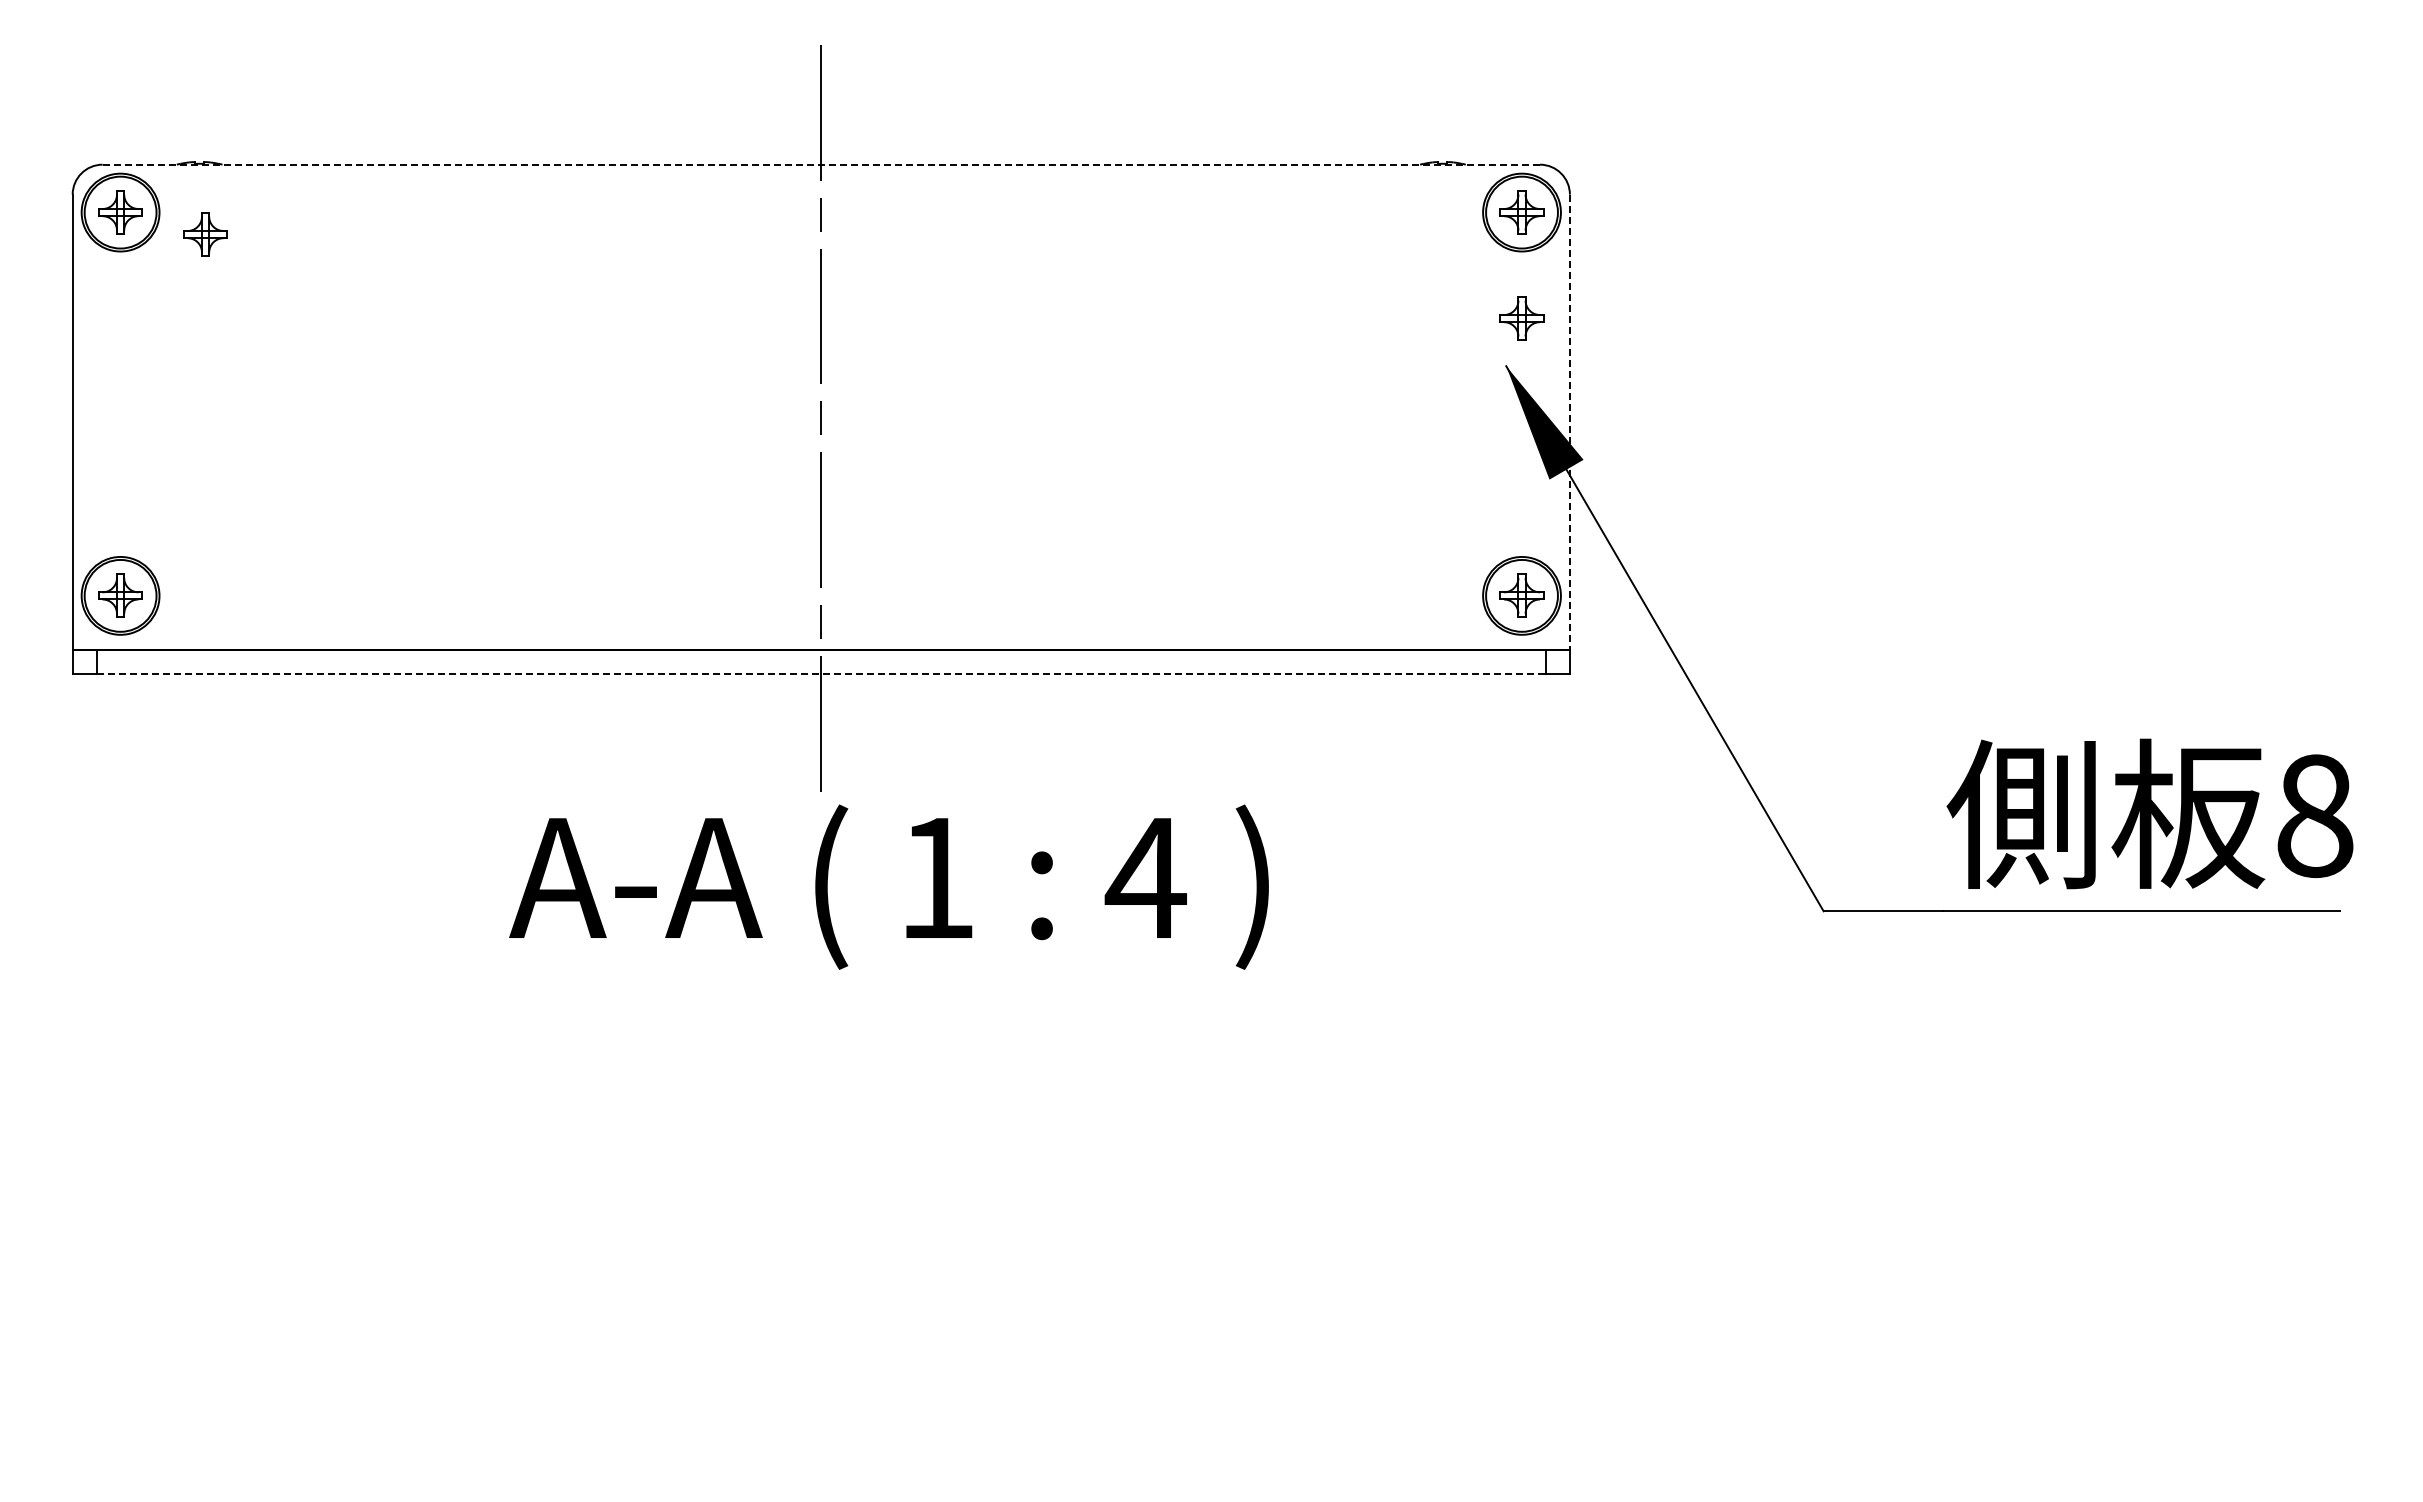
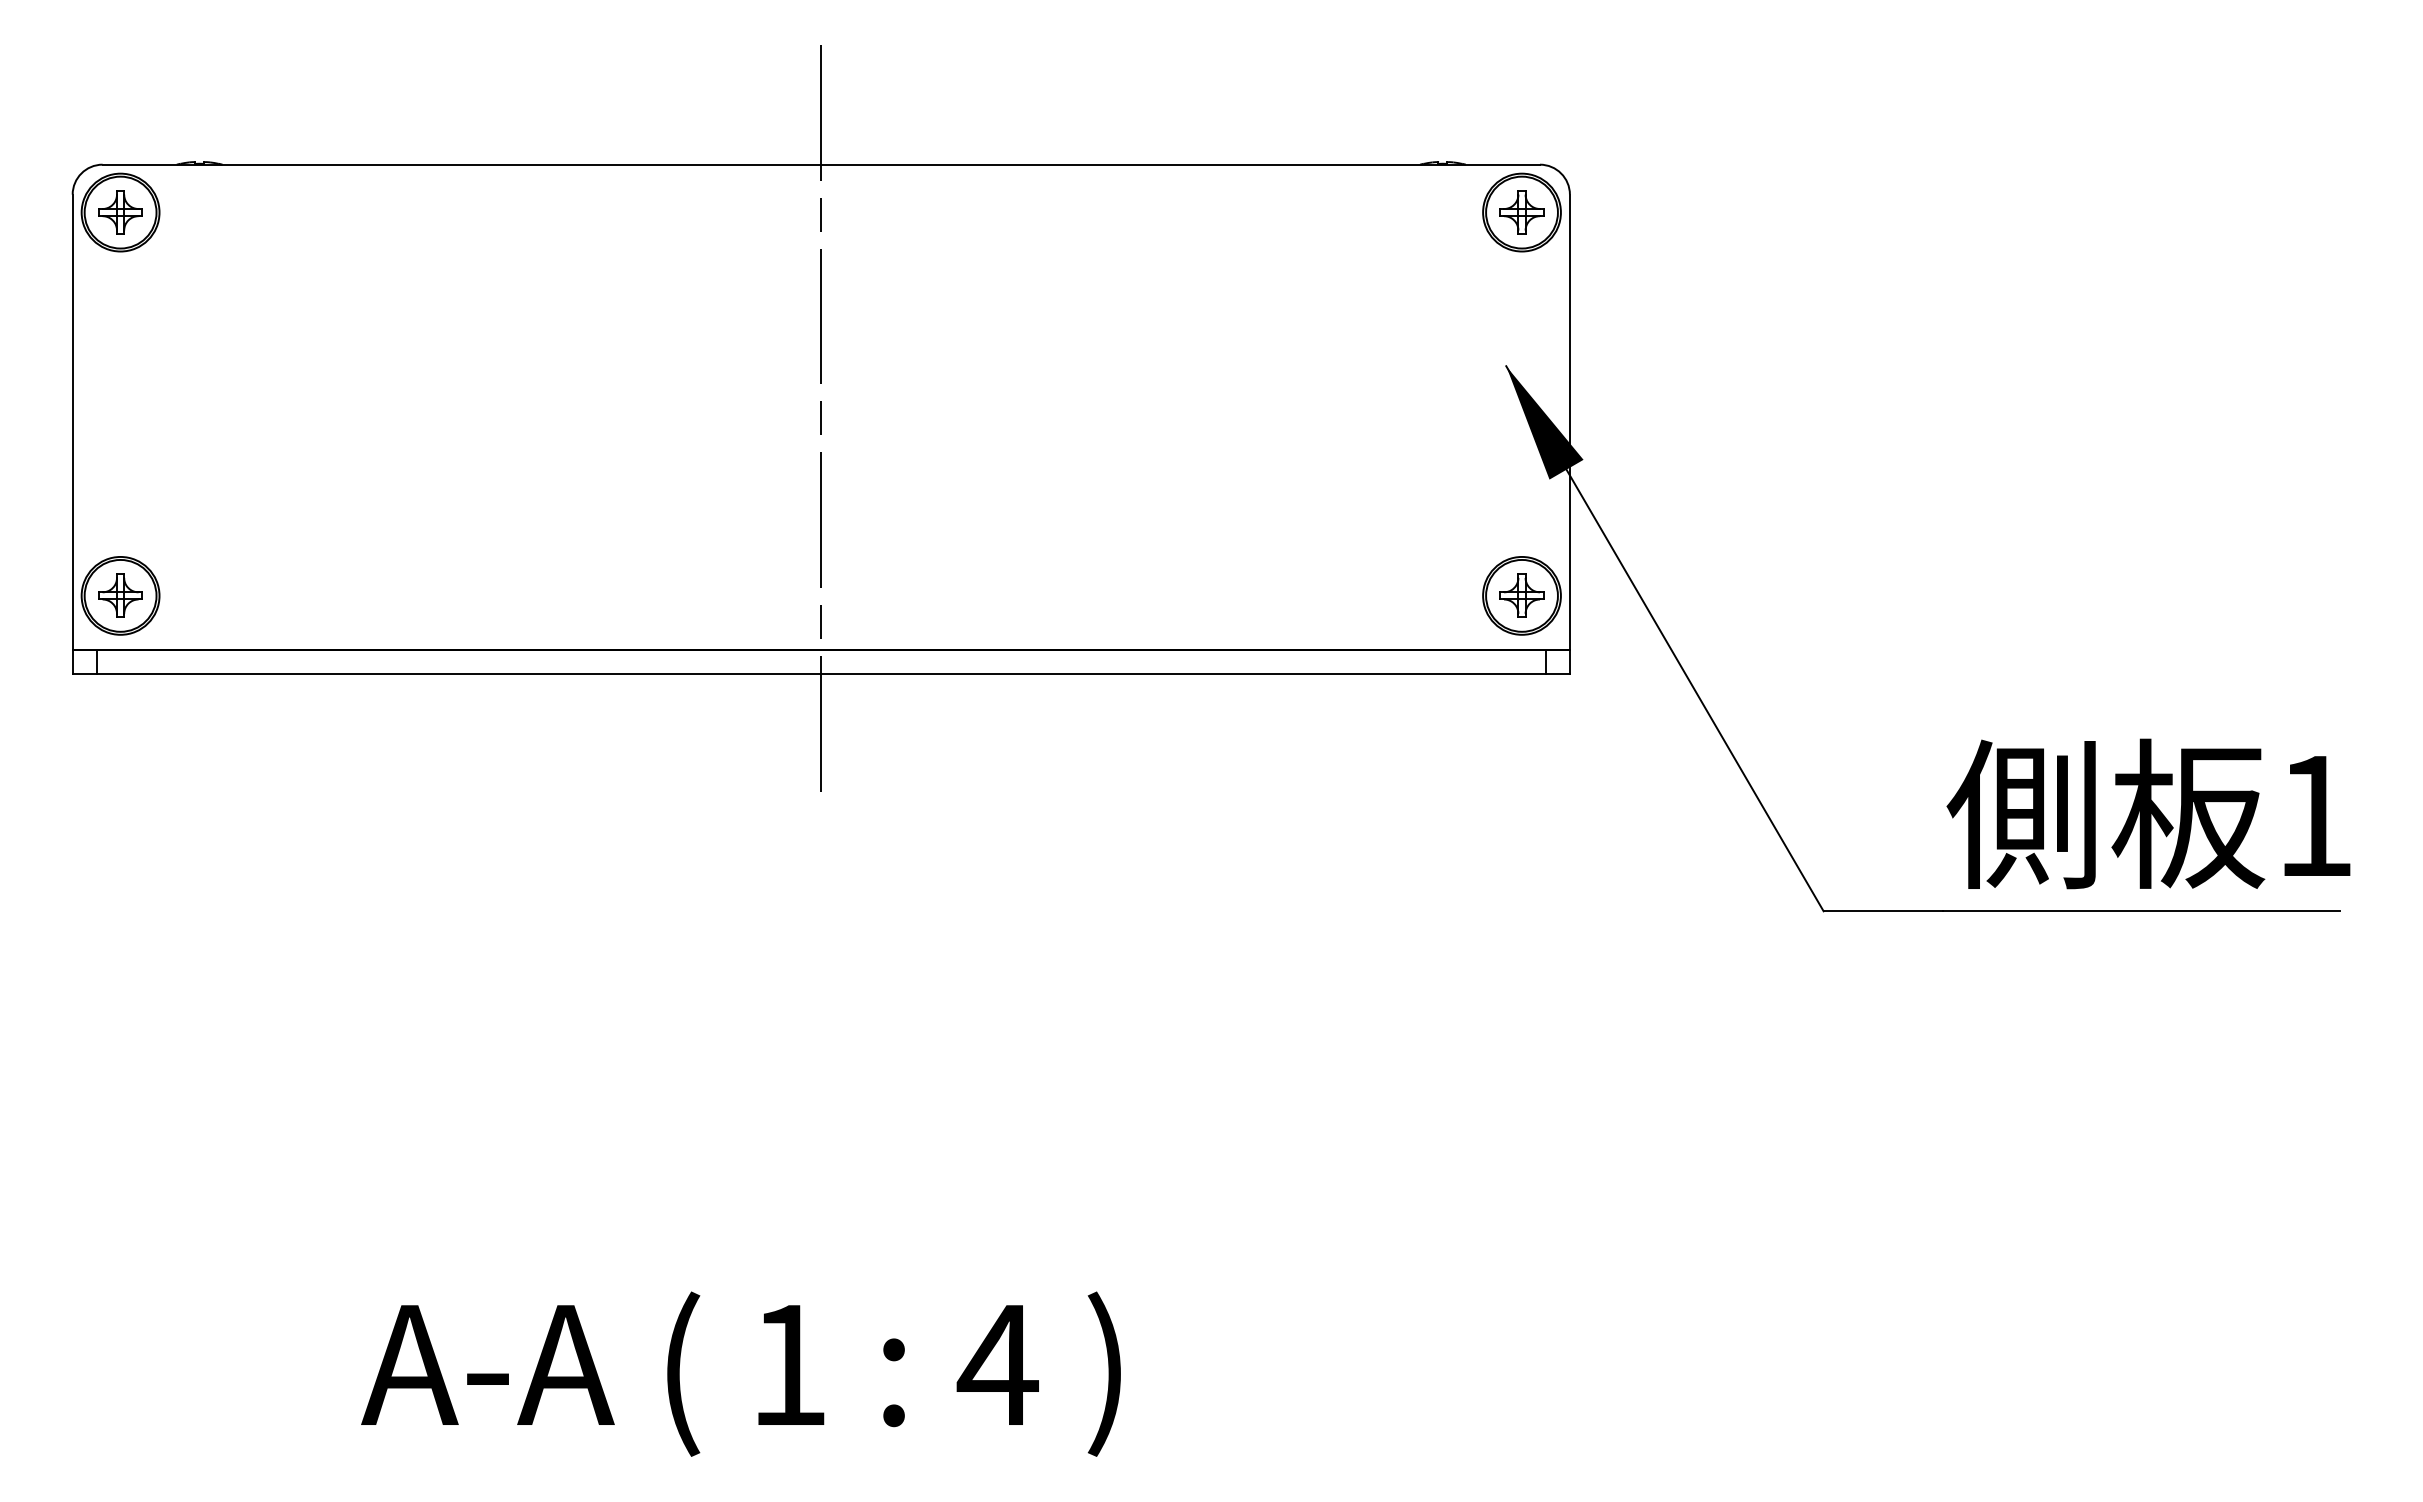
line at (821, 164): dashed -> solid
part at (205, 234): present -> none
part at (1521, 318): present -> none
line at (1569, 422): dashed -> solid
line at (821, 673): dashed -> solid
text at (2315, 815): 8 -> 1
text at (888, 886) position: (888, 886) -> (740, 1373)
